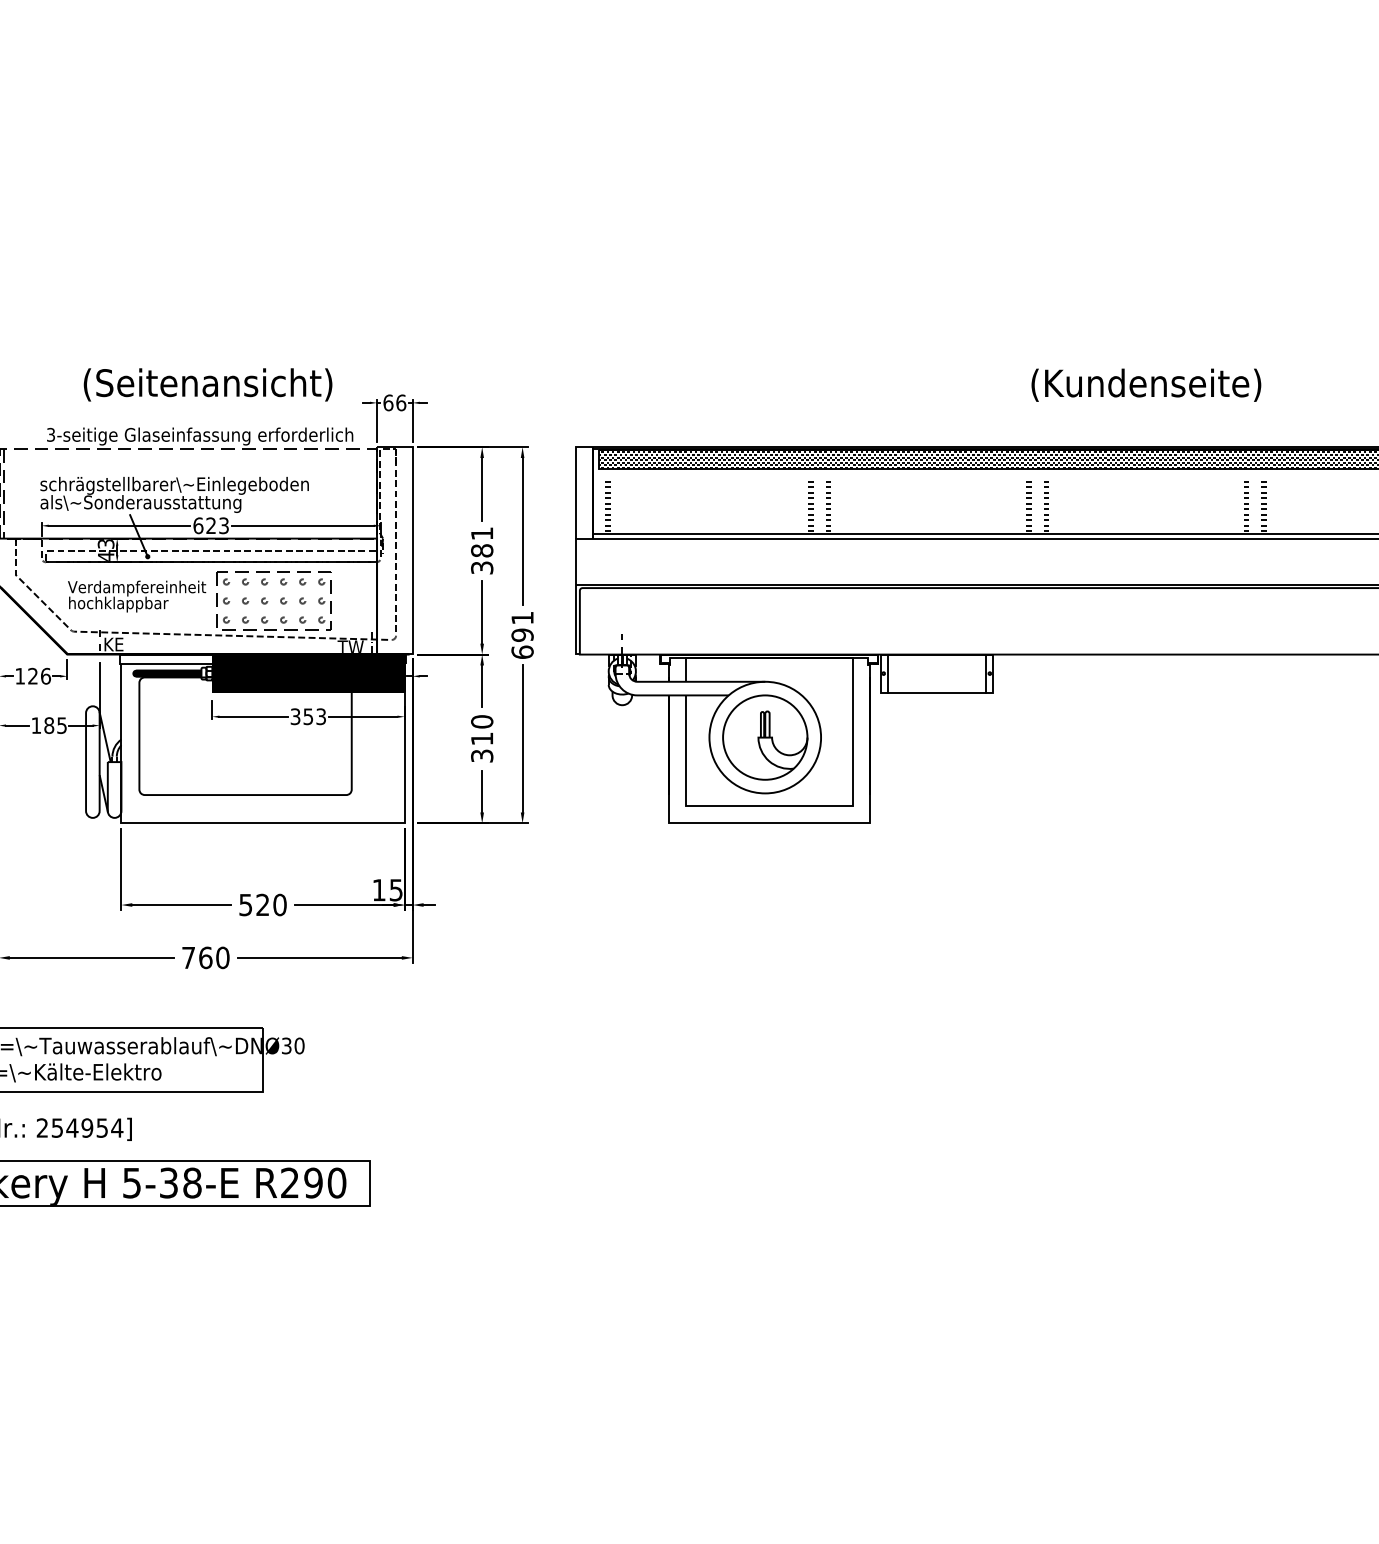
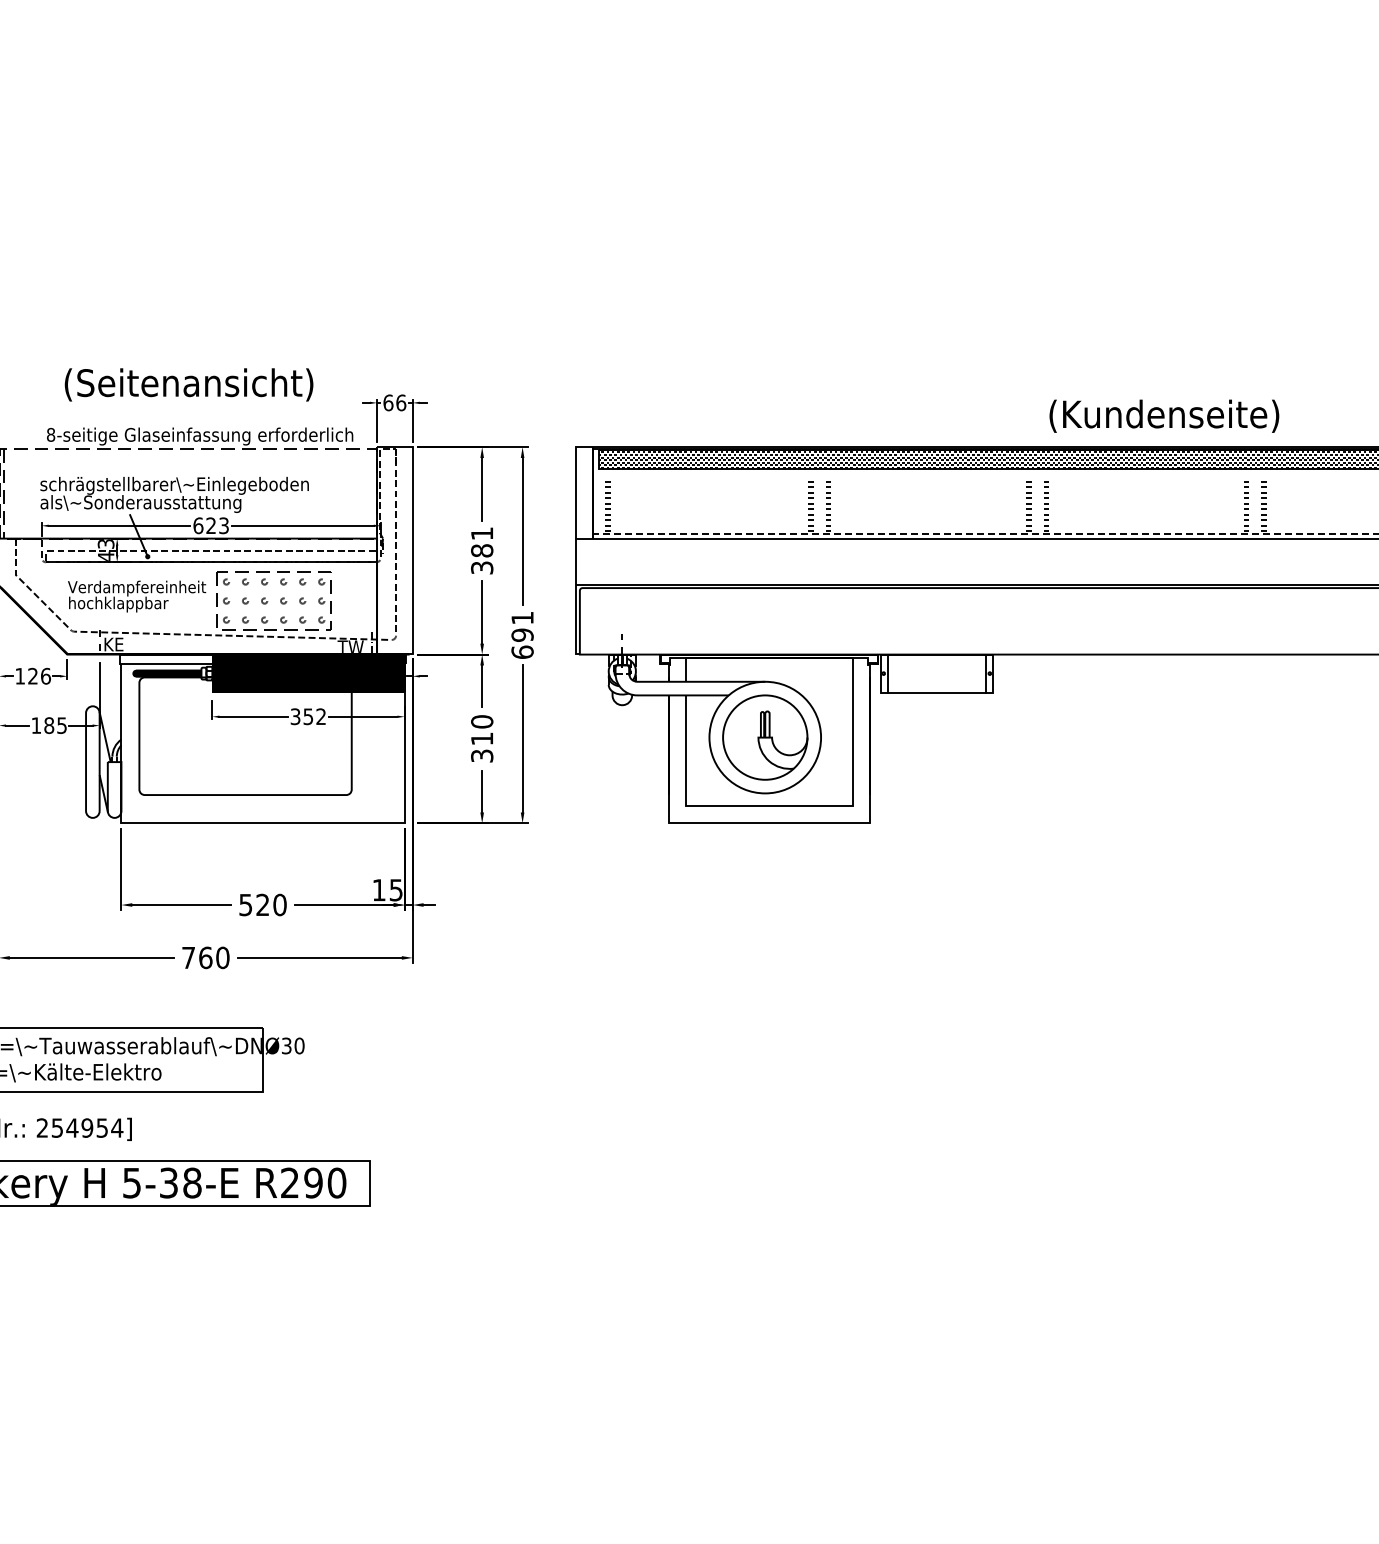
text at (207, 384) position: (207, 384) -> (188, 384)
text at (1146, 384) position: (1146, 384) -> (1164, 415)
text at (51, 434): 3-seitige -> 8-seitige
line at (985, 533): solid -> dashed
text at (320, 716): 353 -> 352
